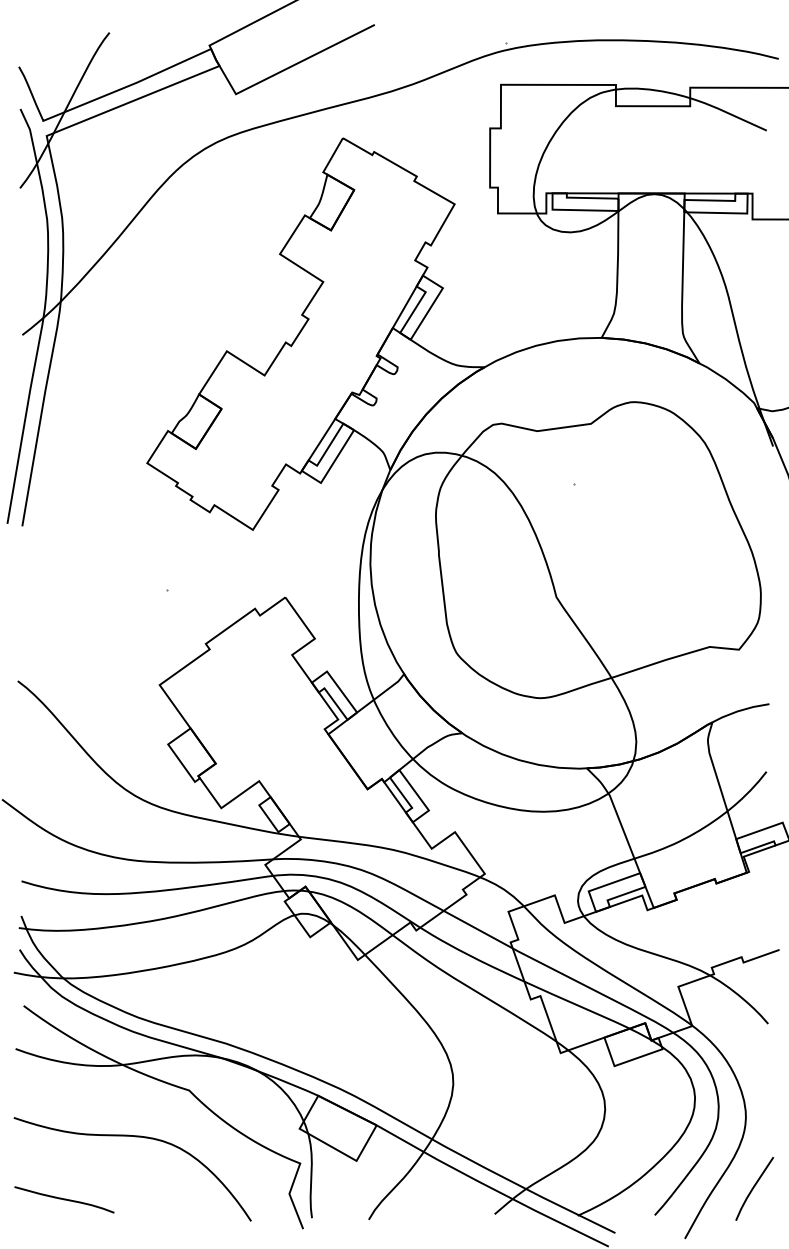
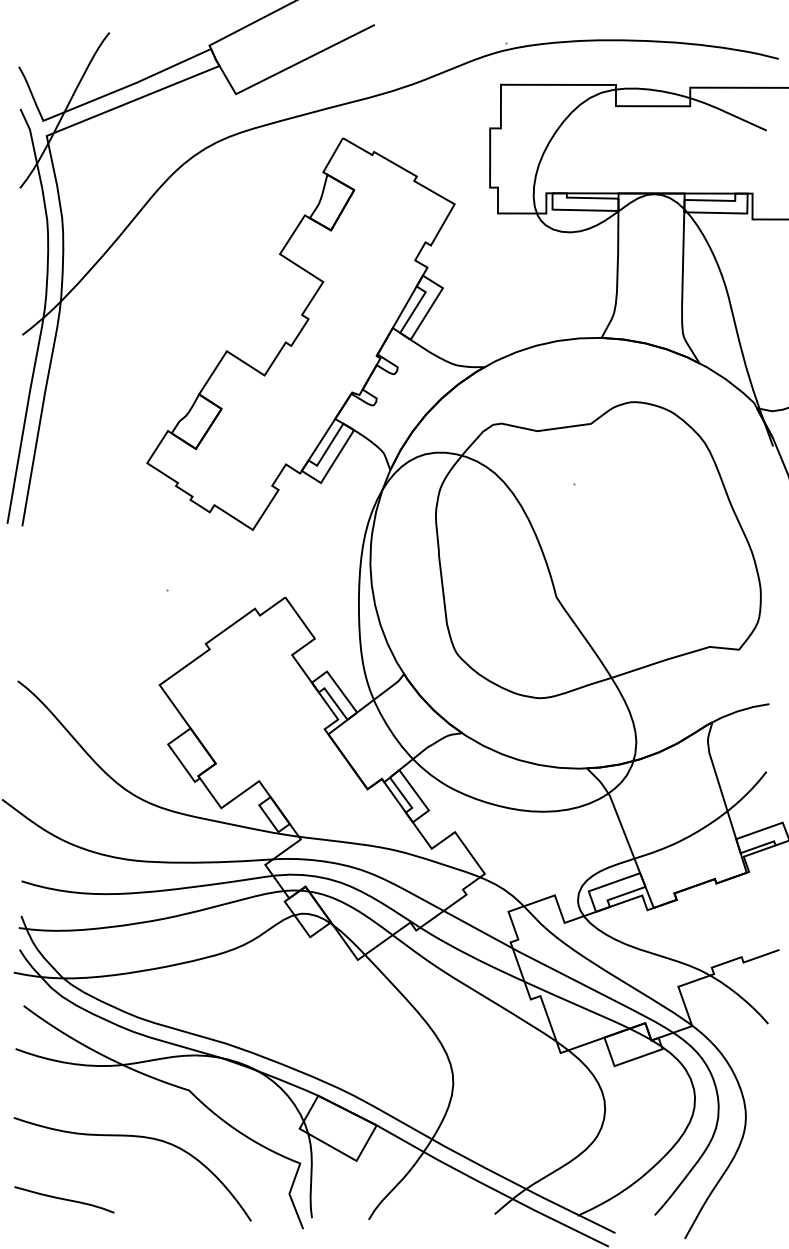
line at (754, 1187): present -> none
